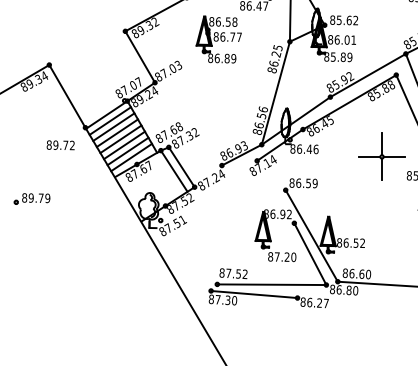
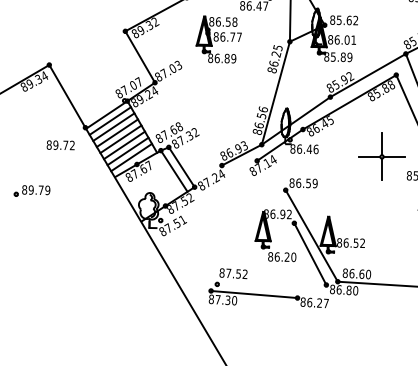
part at (31, 198) position: (31, 198) -> (31, 190)
text at (276, 256): 87.20 -> 86.20
line at (271, 284): present -> none
